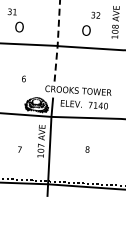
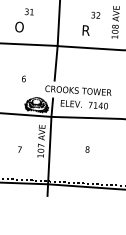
text at (11, 11) position: (11, 11) -> (28, 11)
text at (86, 30): O -> R
line at (57, 40): dashed -> solid
